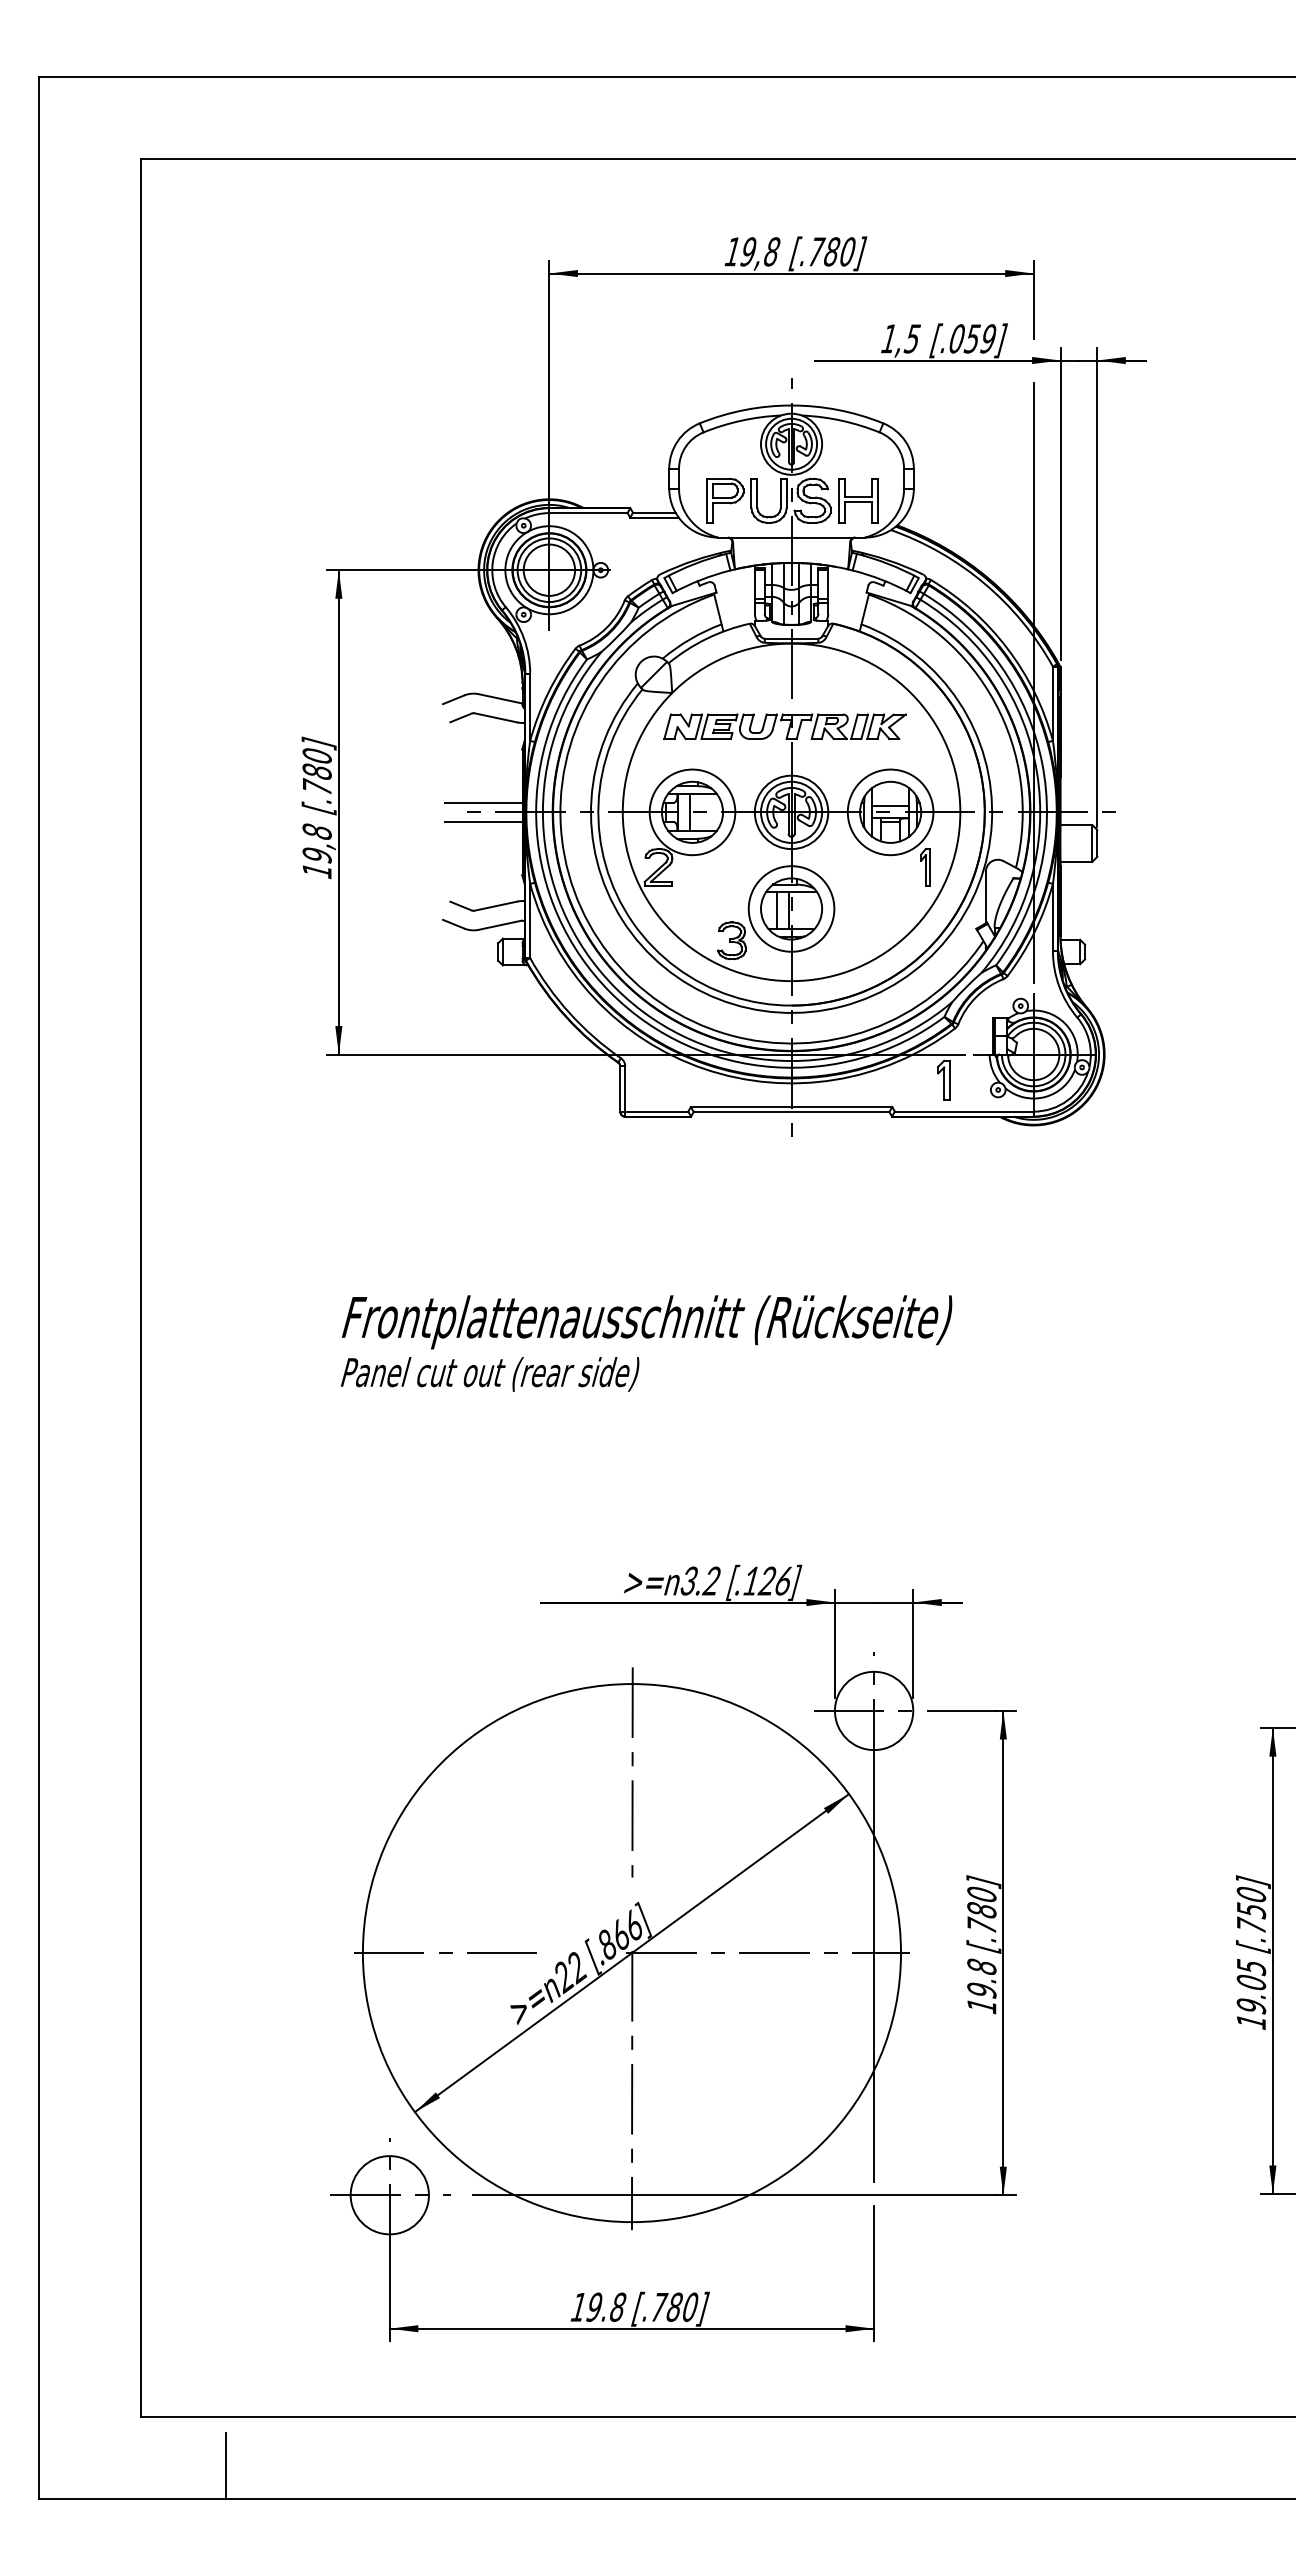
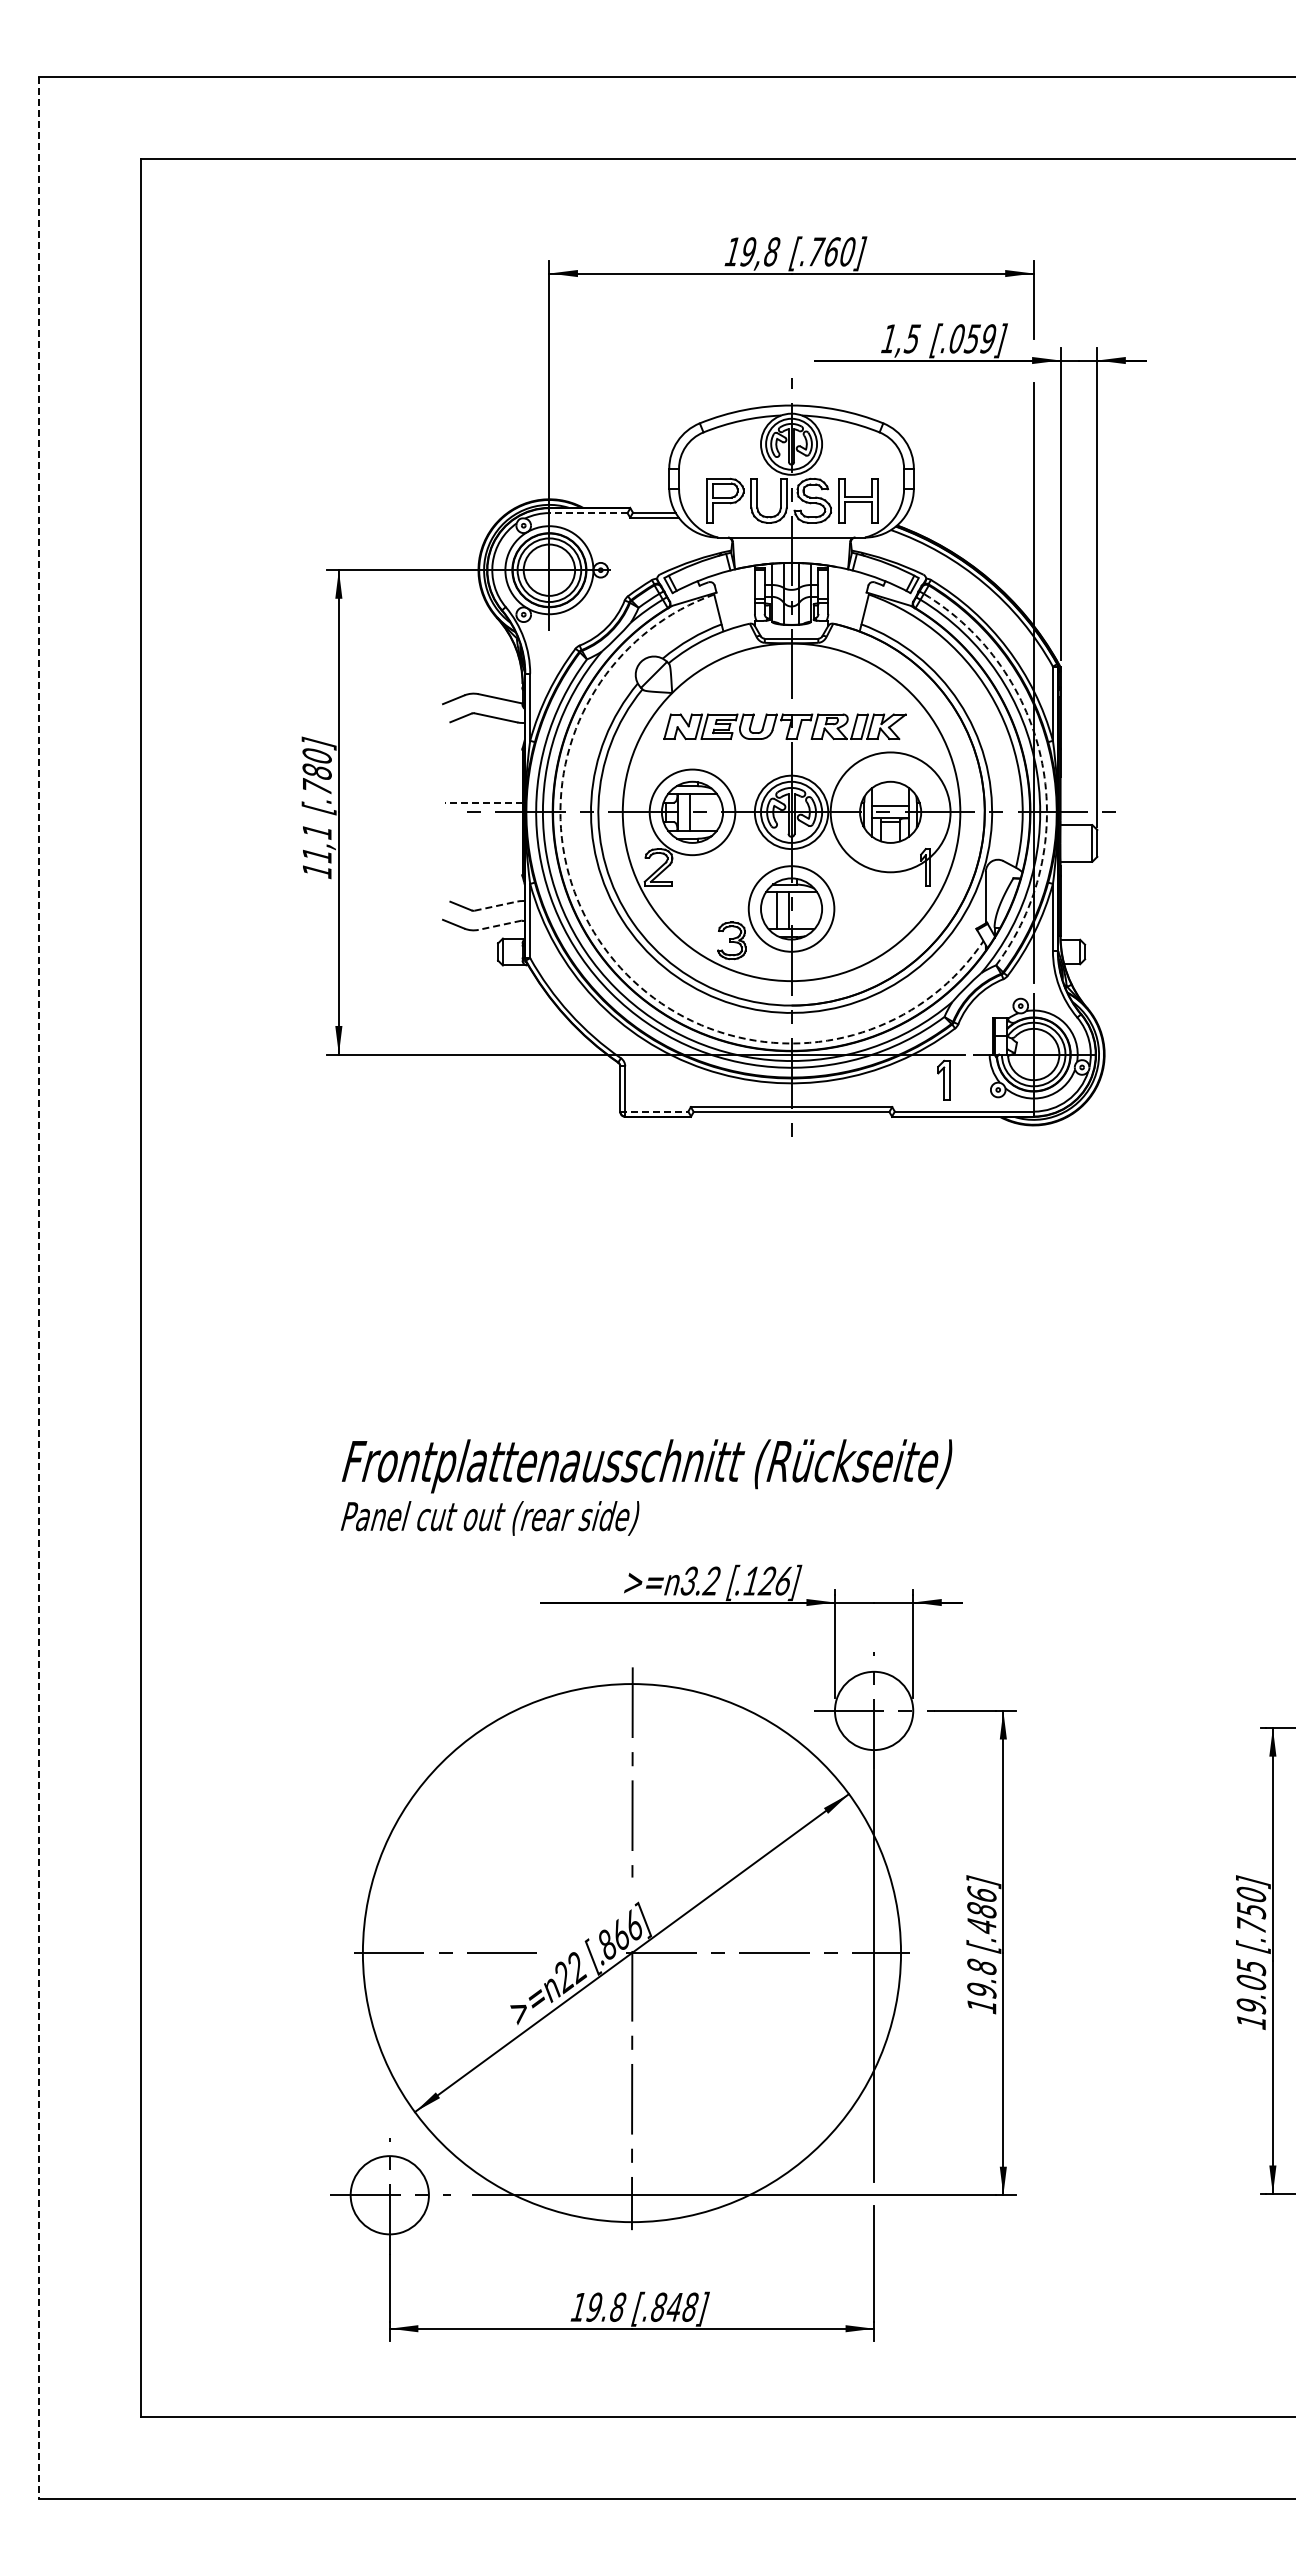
text at (832, 251): [.780] -> [.760]
line at (587, 513): solid -> dashed
arc at (1042, 763): solid -> dashed
line at (484, 802): solid -> dashed
circle at (890, 812) diameter: 86 px -> 120 px
line at (483, 822): present -> none
text at (316, 843): 19,8 -> 11,1
line at (496, 906): solid -> dashed
line at (500, 925): solid -> dashed
arc at (609, 954): solid -> dashed
line at (654, 1111): solid -> dashed
line at (38, 1287): solid -> dashed
text at (646, 1343) position: (646, 1343) -> (646, 1487)
text at (981, 1909): [.780] -> [.486]
text at (674, 2306): [.780] -> [.848]
line at (226, 2465): present -> none
